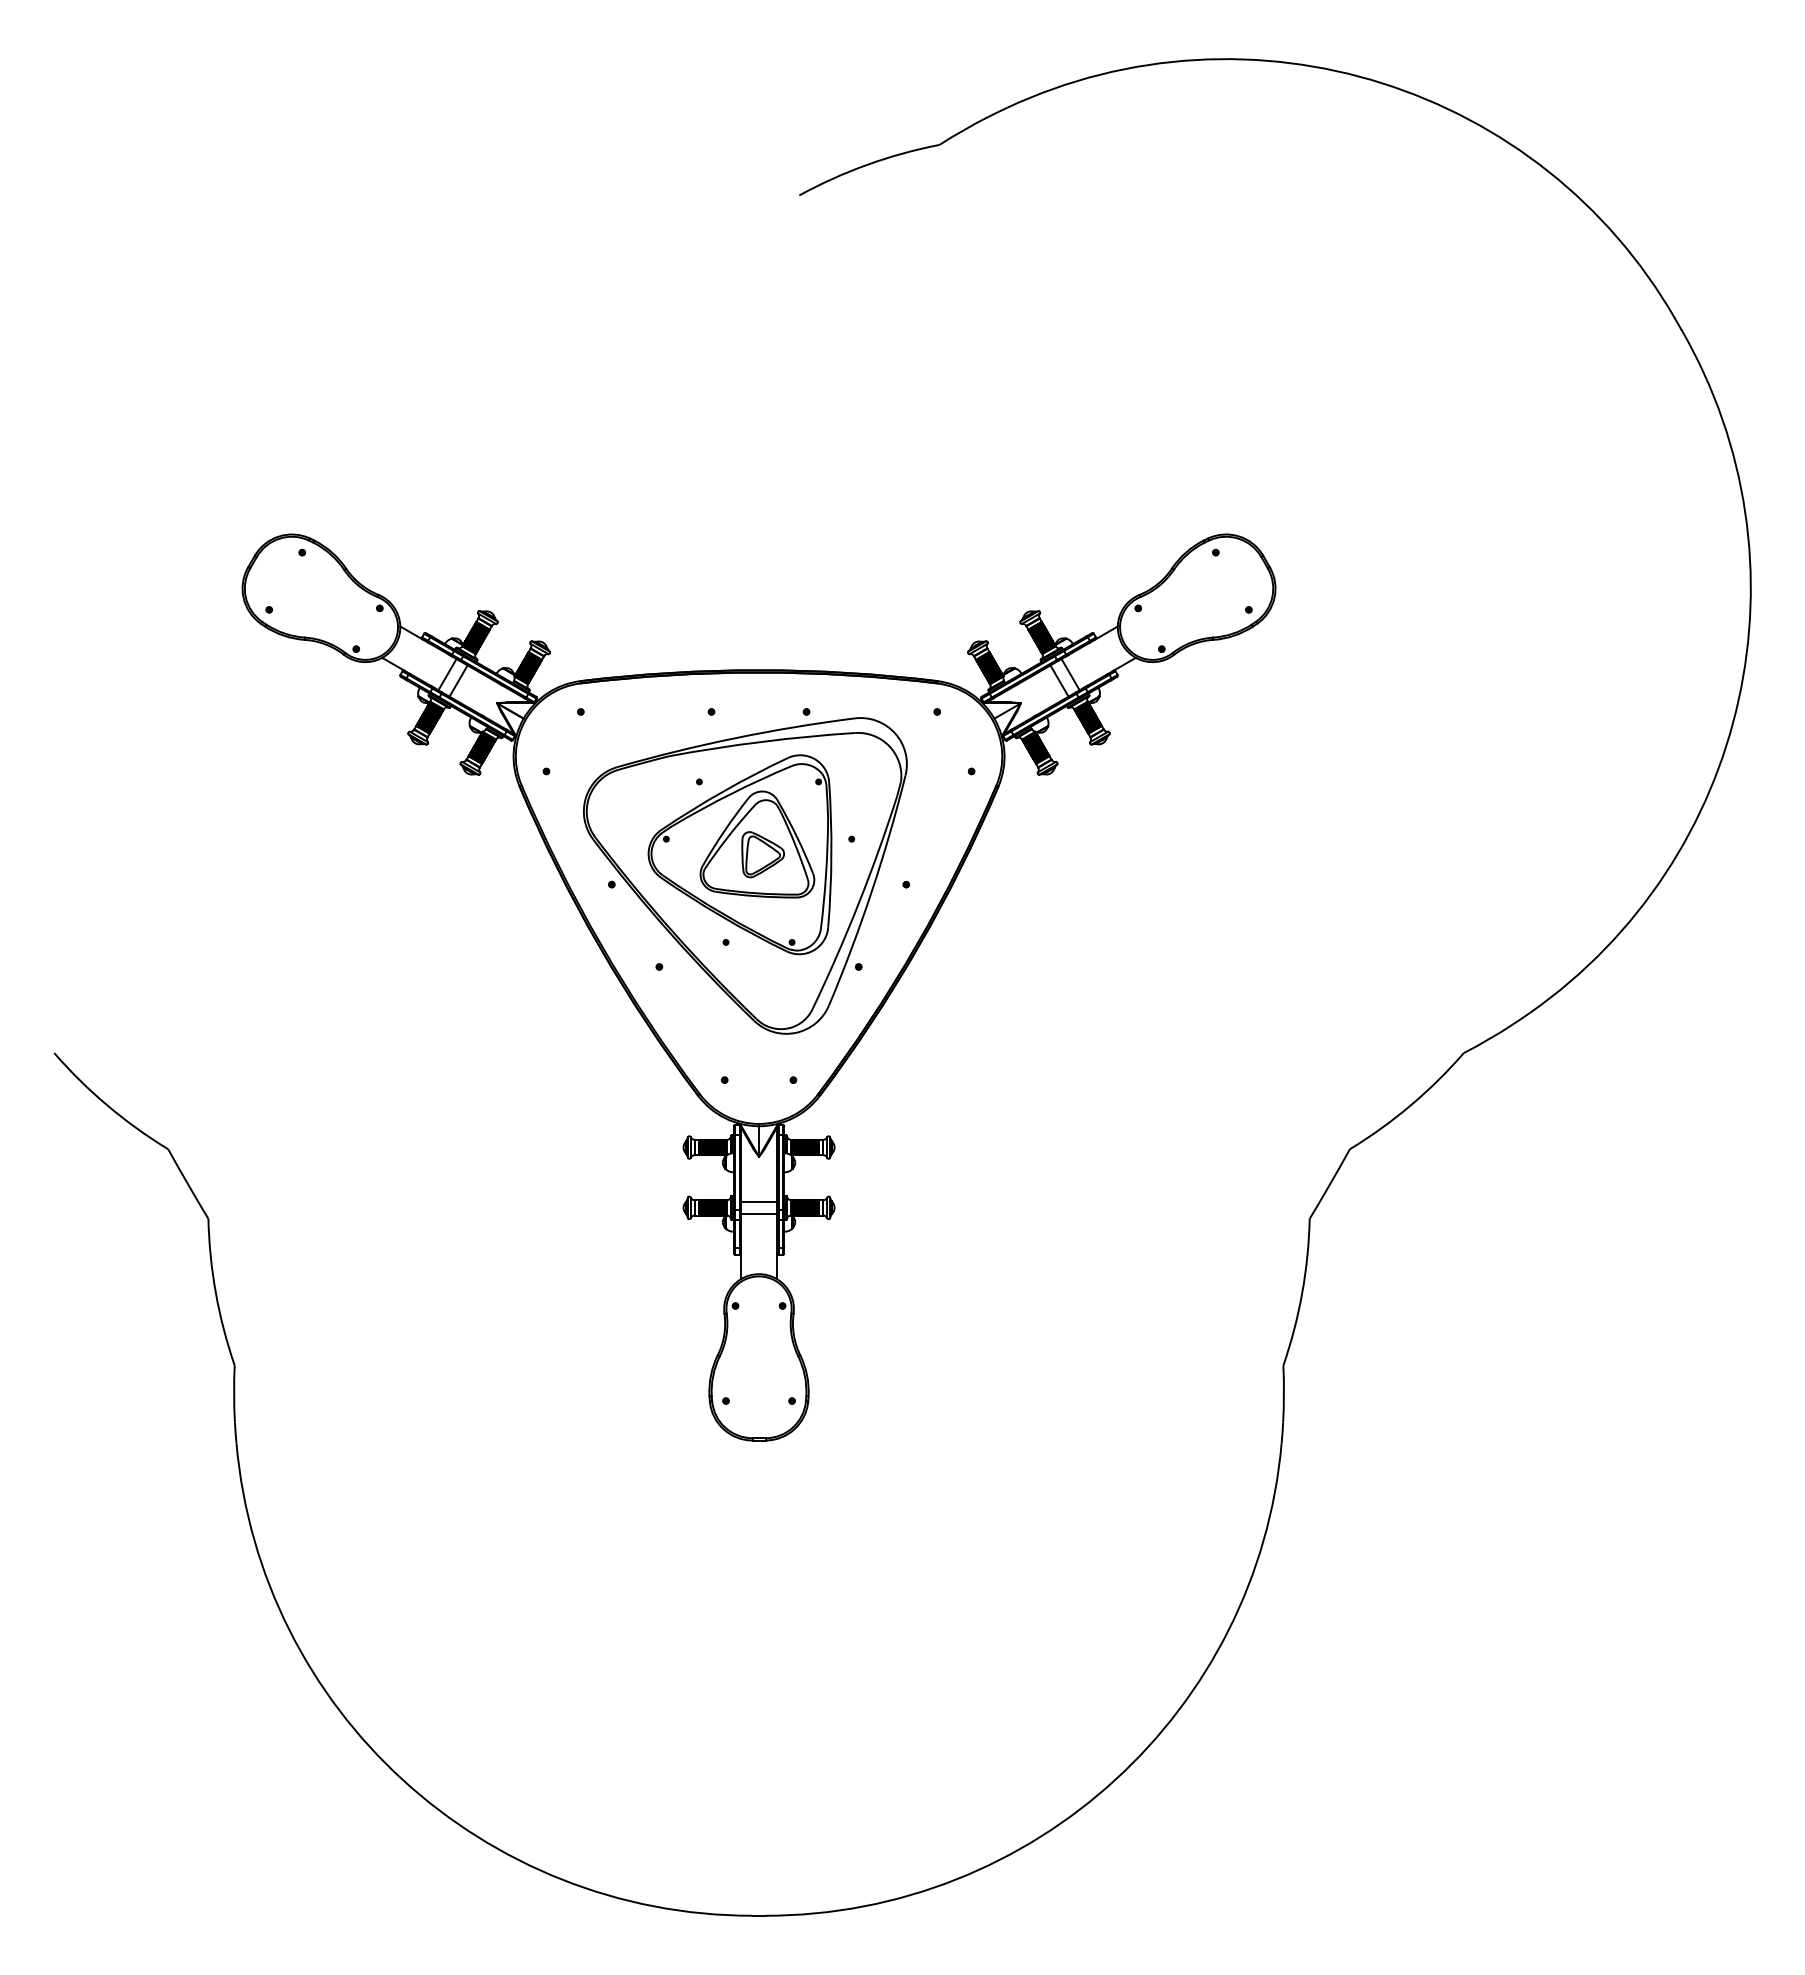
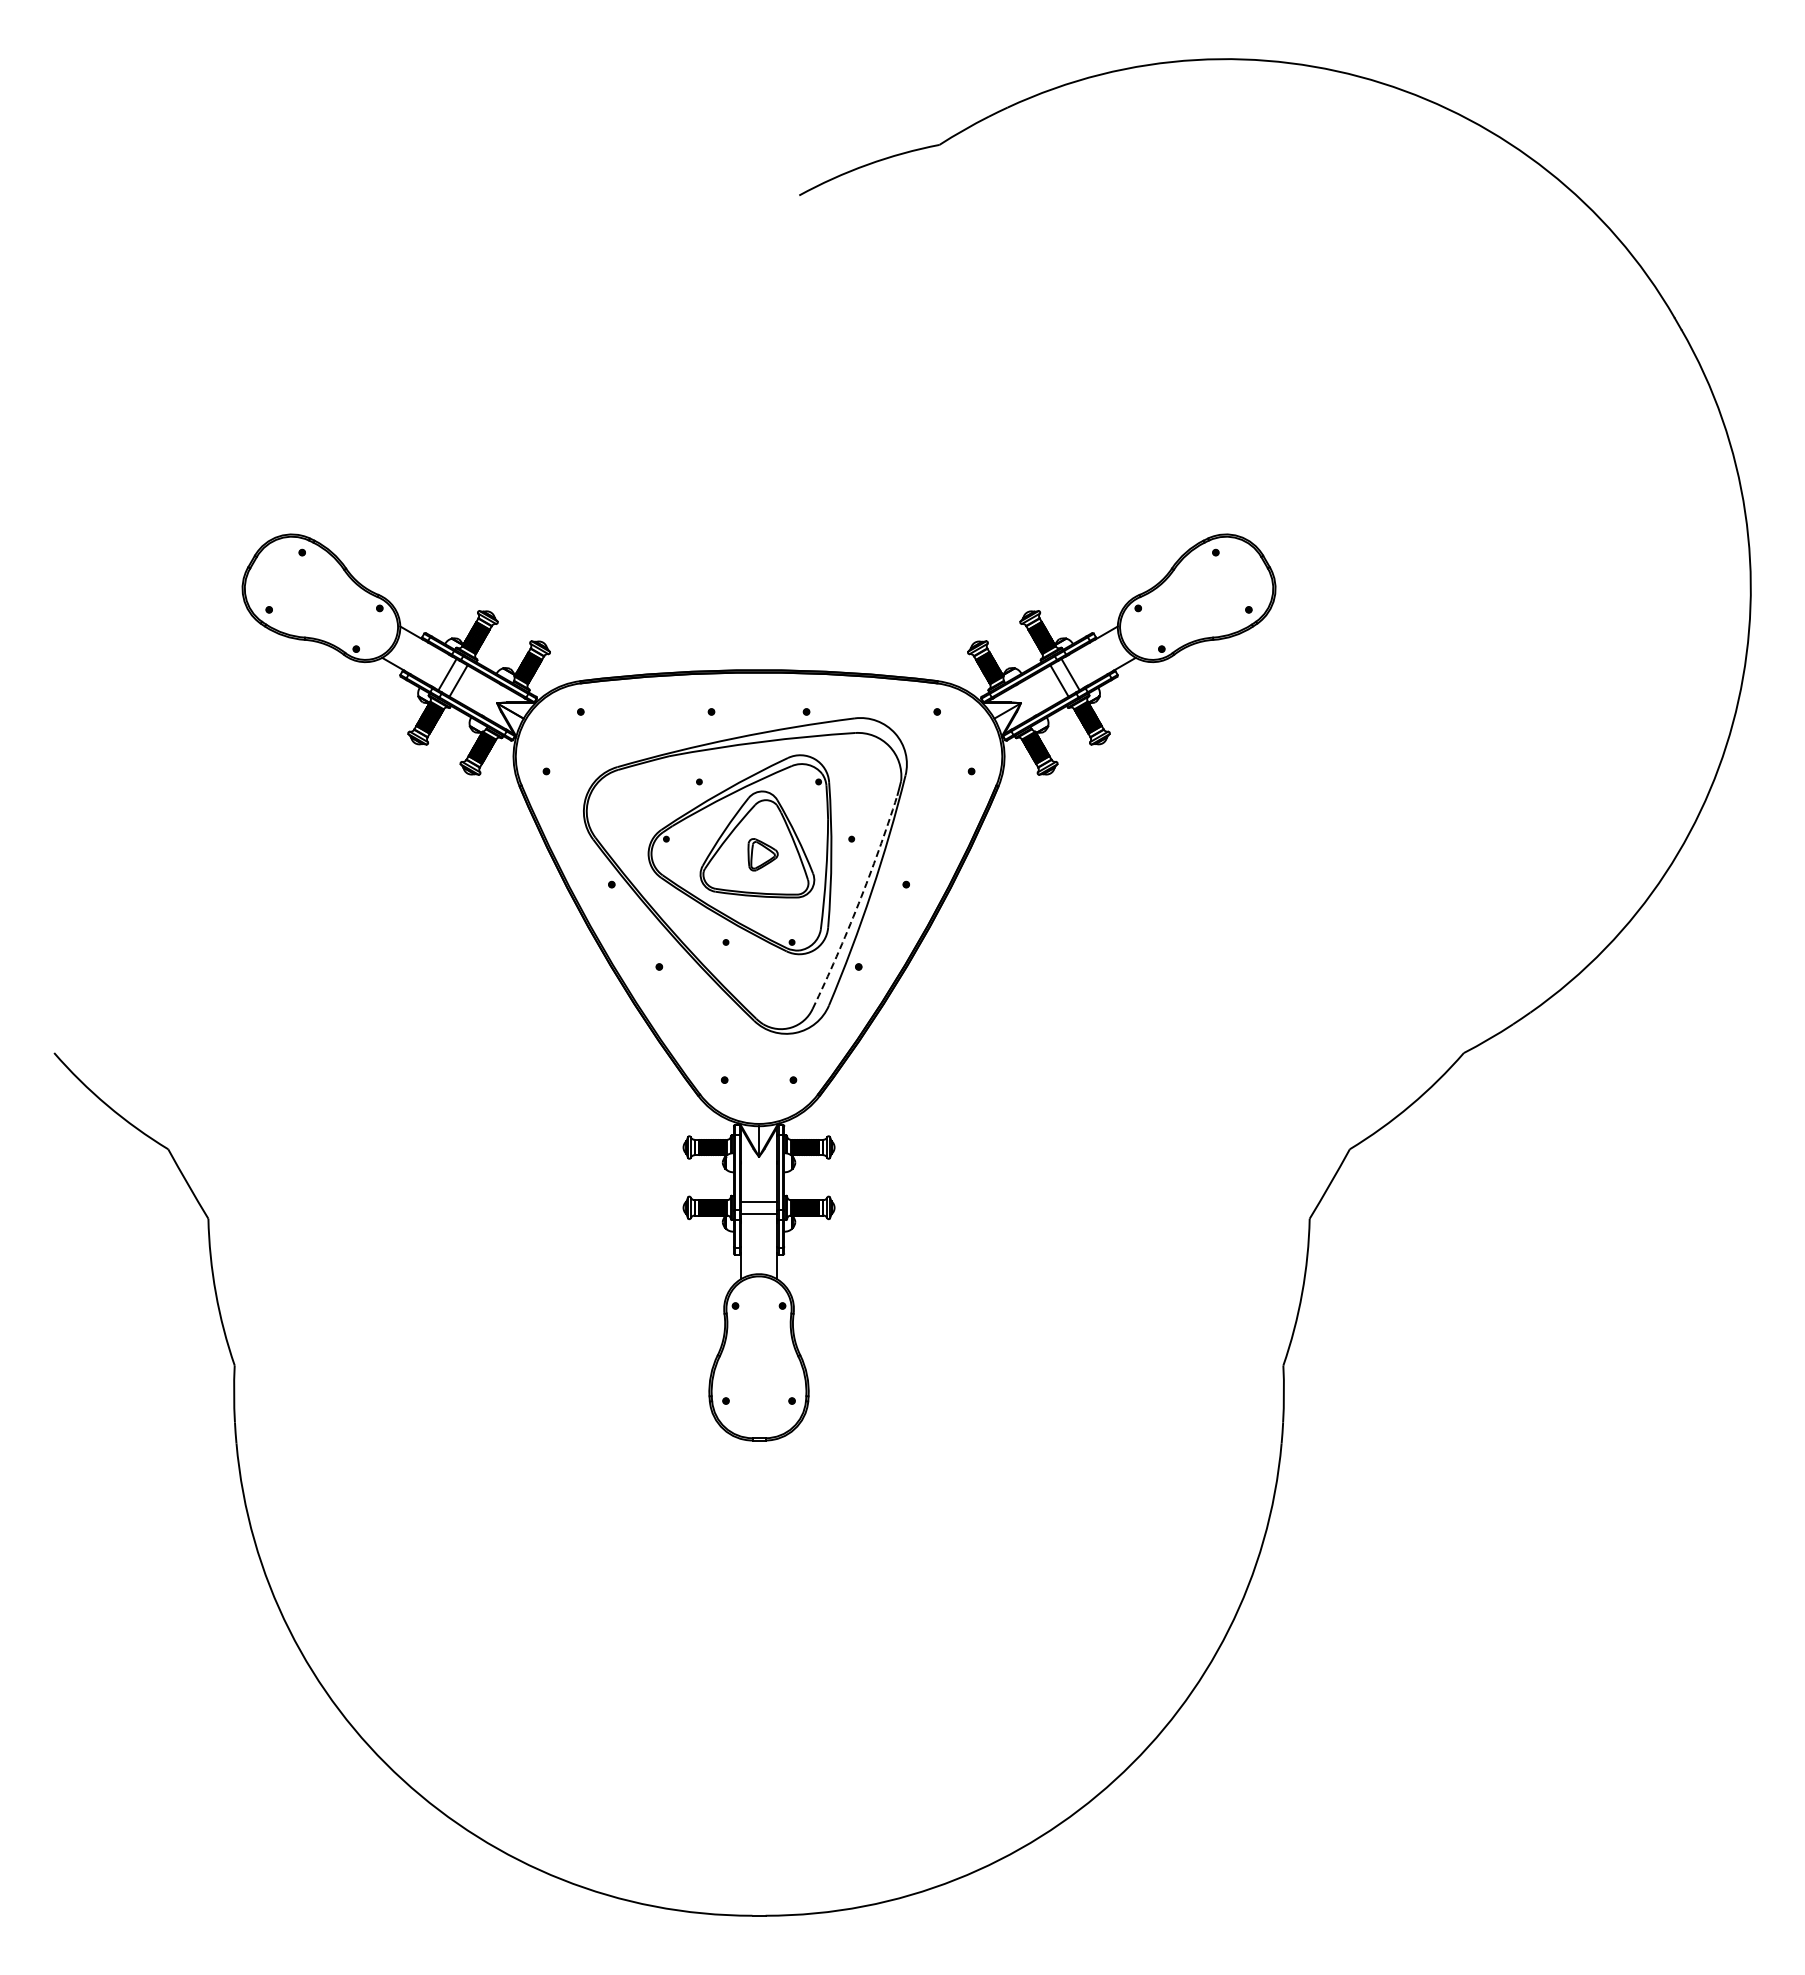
part at (762, 854) size: 44x48 px -> 32x34 px
arc at (858, 903): solid -> dashed
